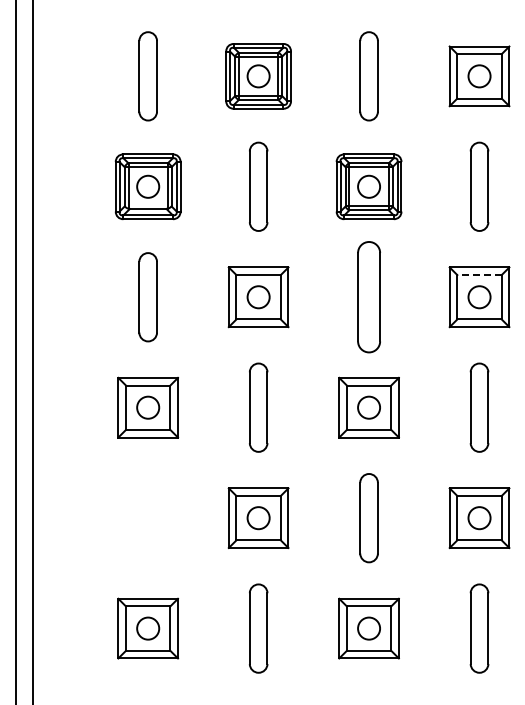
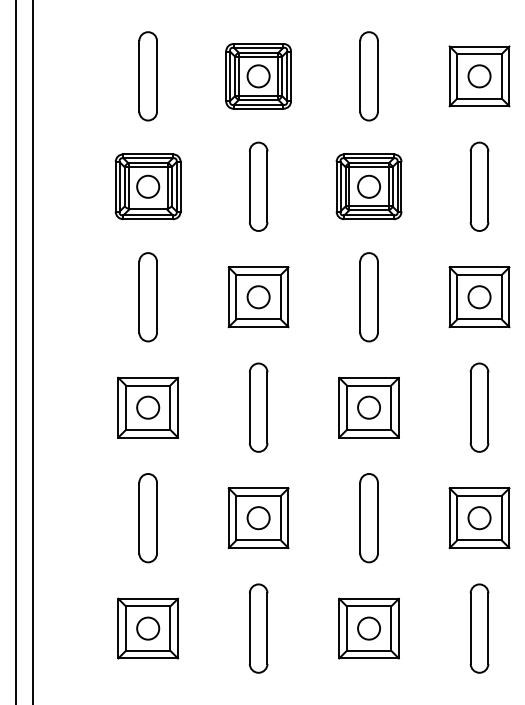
line at (479, 275): dashed -> solid
part at (368, 297) size: 24x113 px -> 20x91 px
part at (147, 518): none -> present
